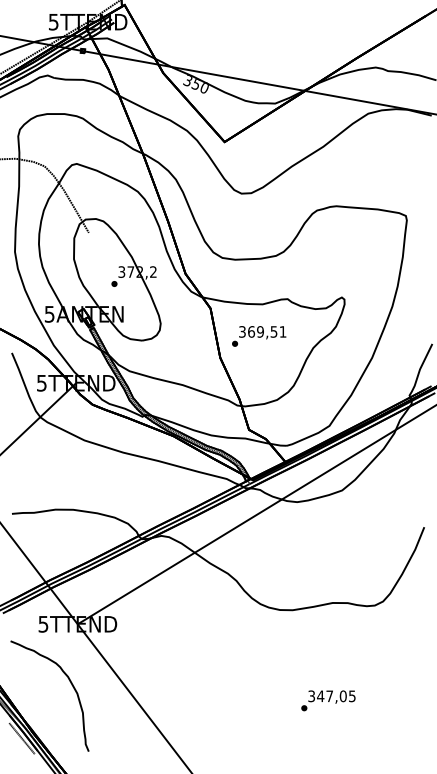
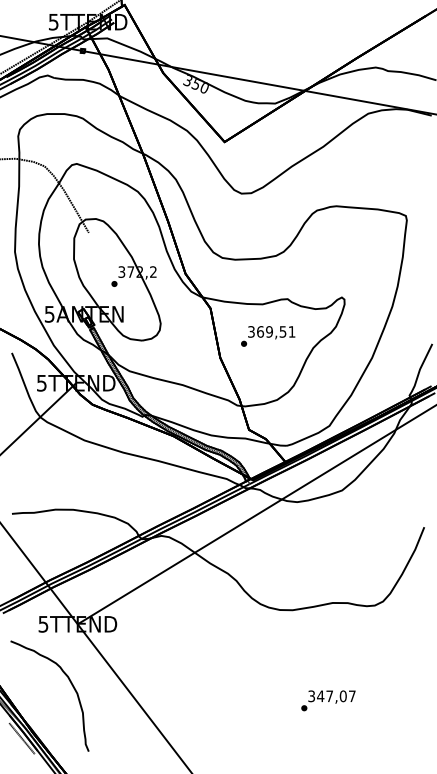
text at (259, 336) position: (259, 336) -> (268, 336)
text at (352, 696): 347,05 -> 347,07
